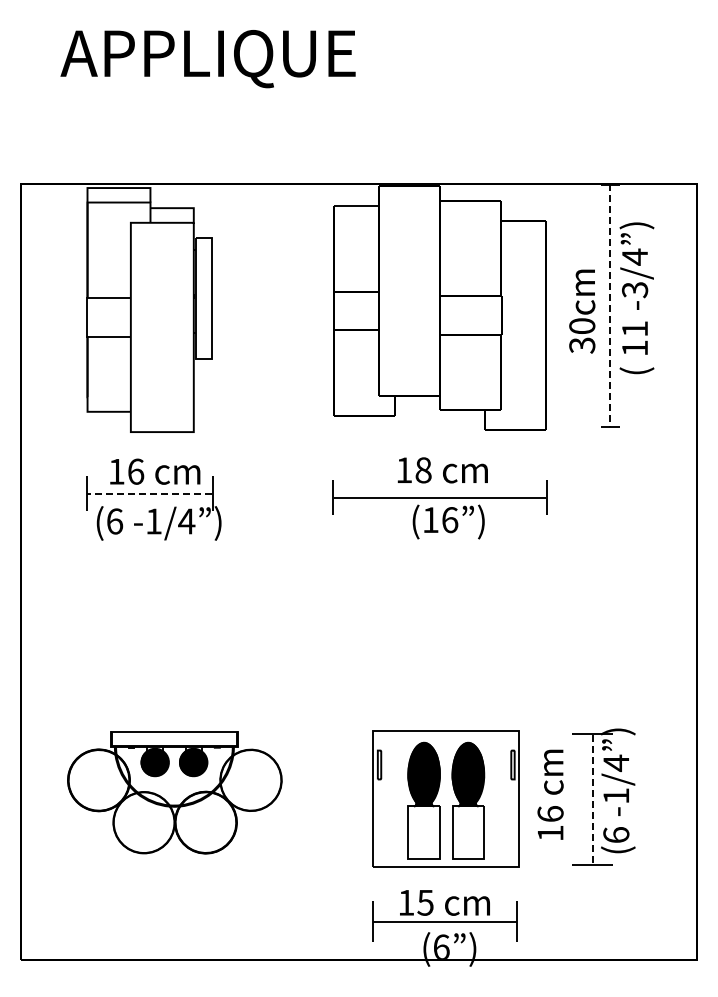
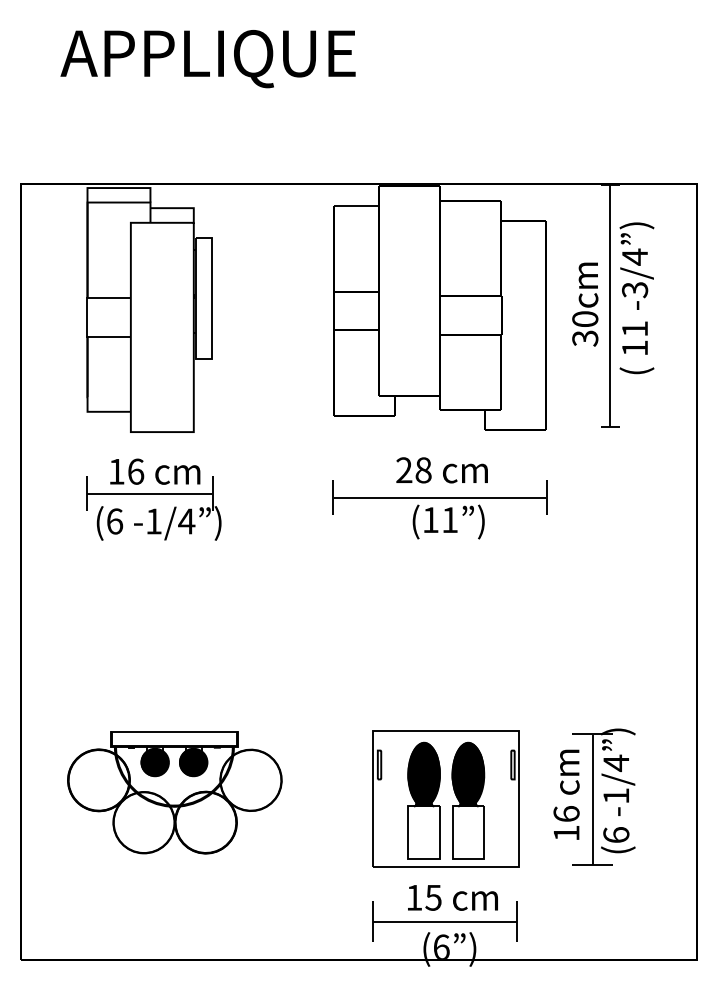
line at (609, 306): dashed -> solid
text at (582, 311) position: (582, 311) -> (585, 304)
text at (404, 469): 18 -> 28
line at (149, 494): dashed -> solid
text at (450, 520): (16 -> (11
text at (550, 794) position: (550, 794) -> (566, 794)
line at (592, 799): dashed -> solid
text at (444, 902) position: (444, 902) -> (452, 897)
